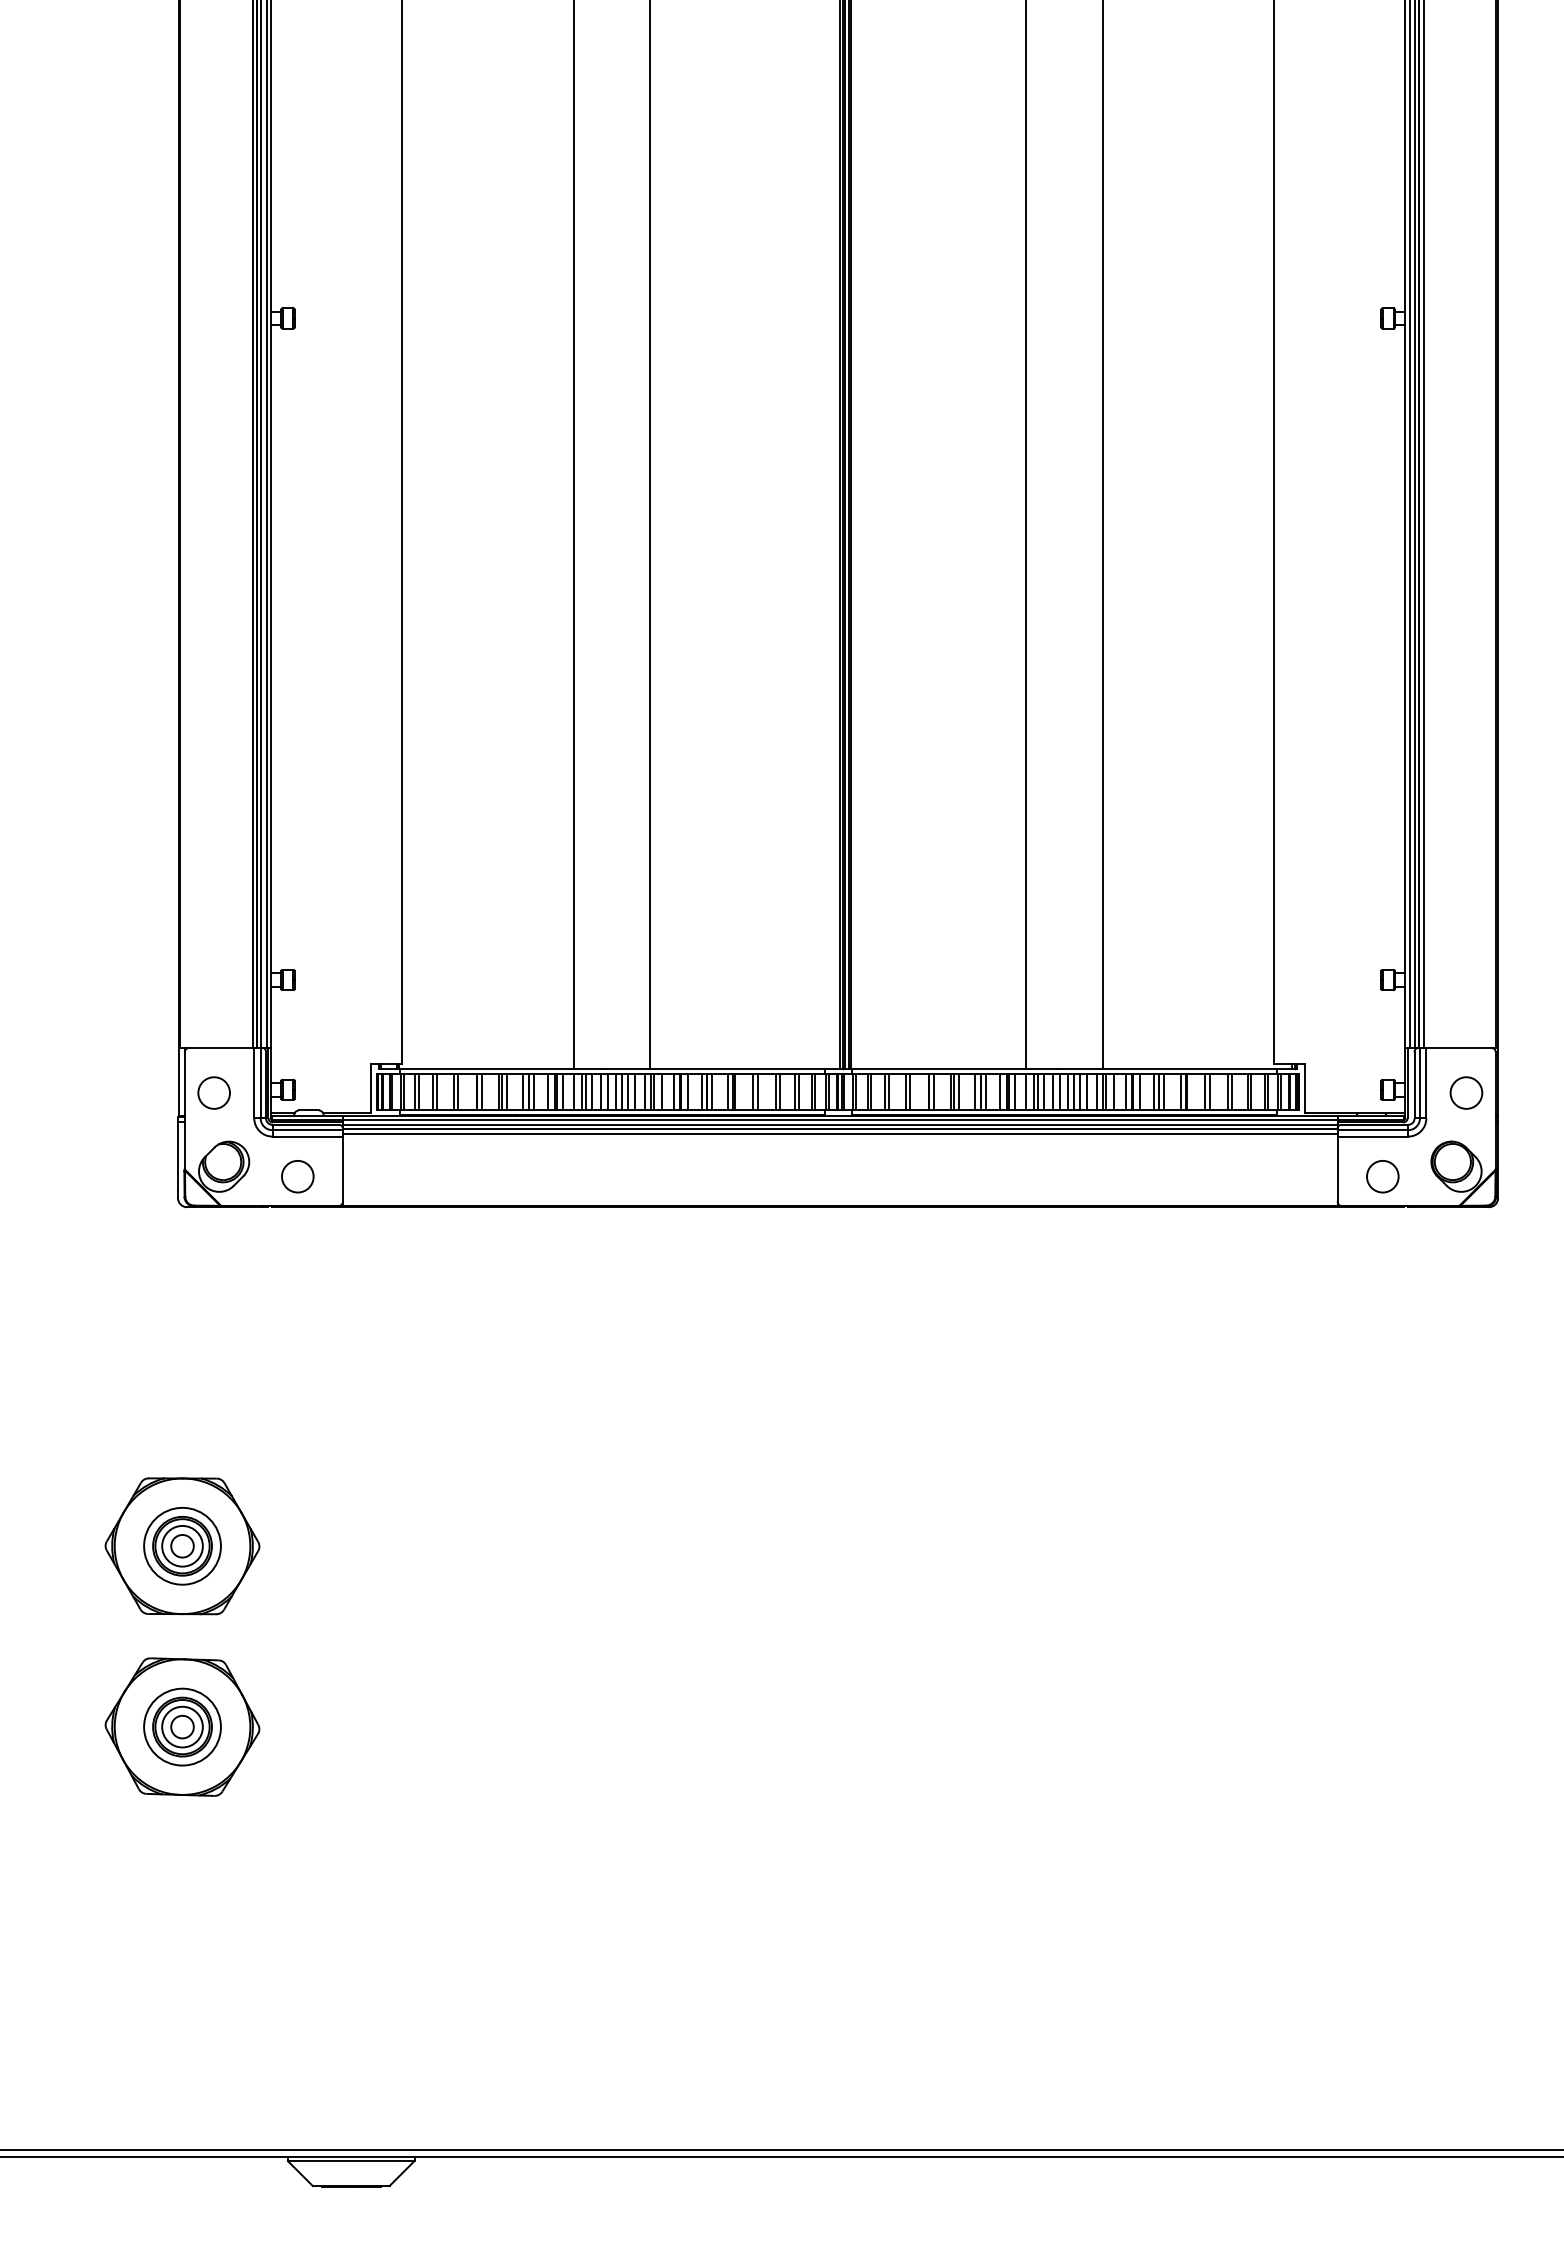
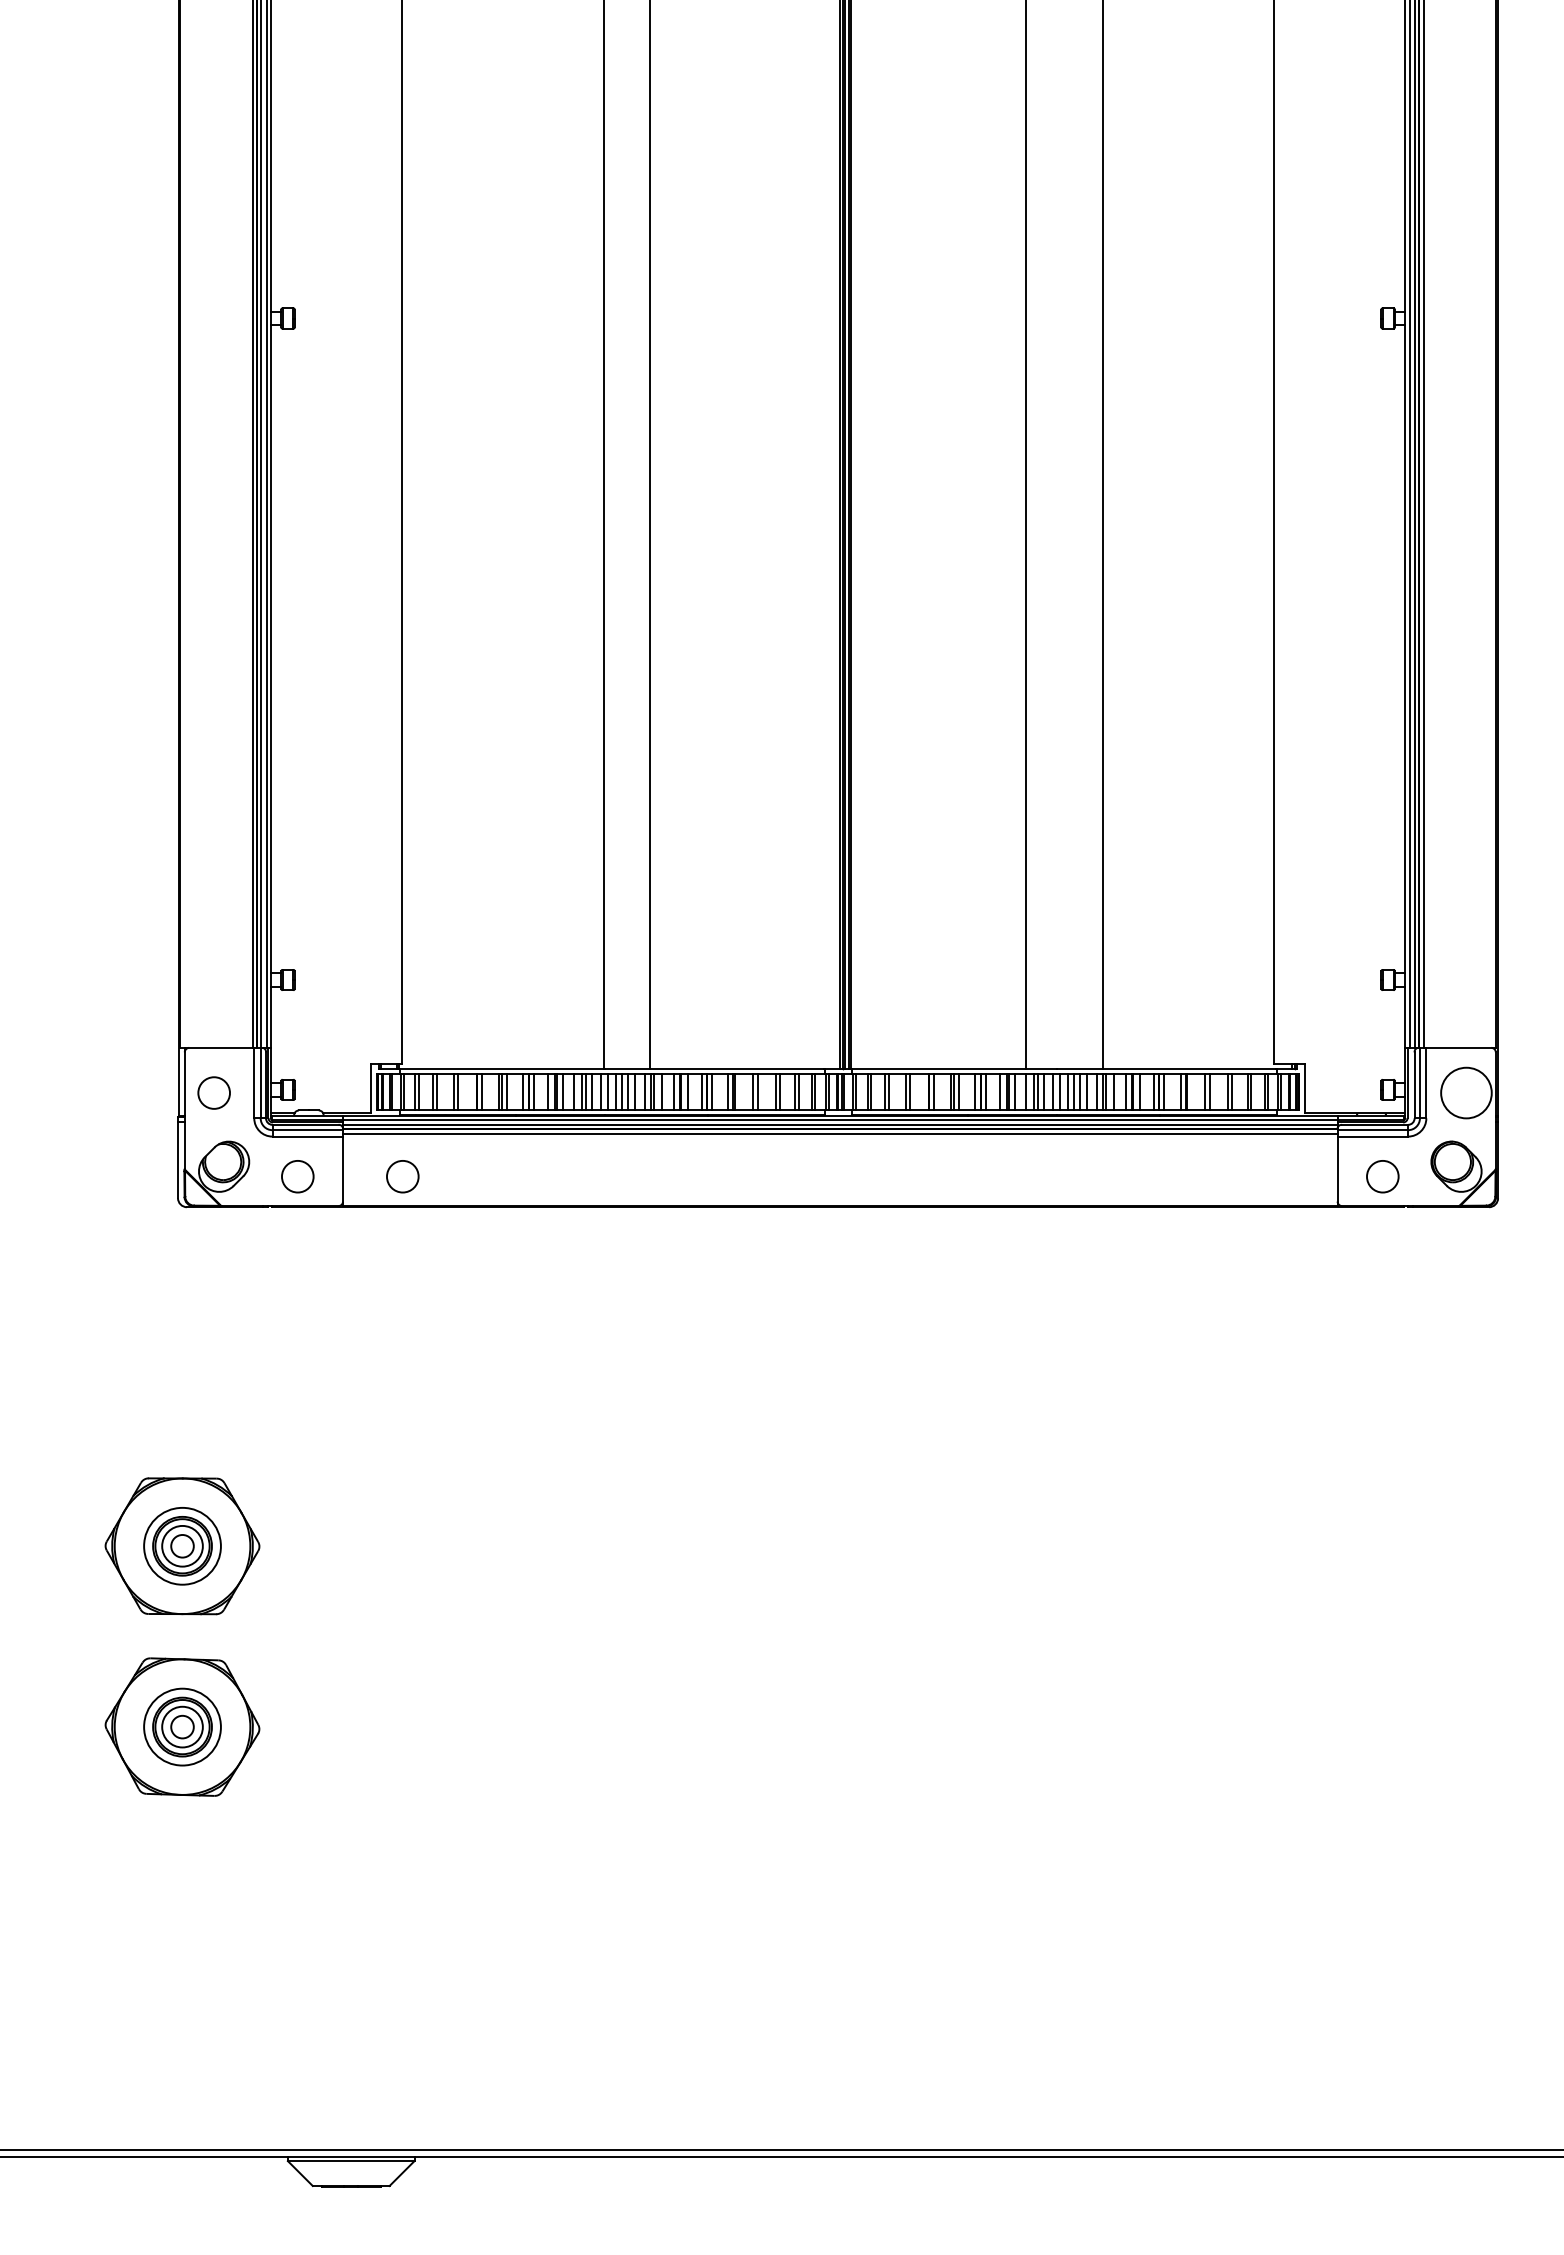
line at (573, 535) position: (573, 535) -> (603, 535)
circle at (1466, 1092) diameter: 32 px -> 51 px
circle at (402, 1176): none -> present
